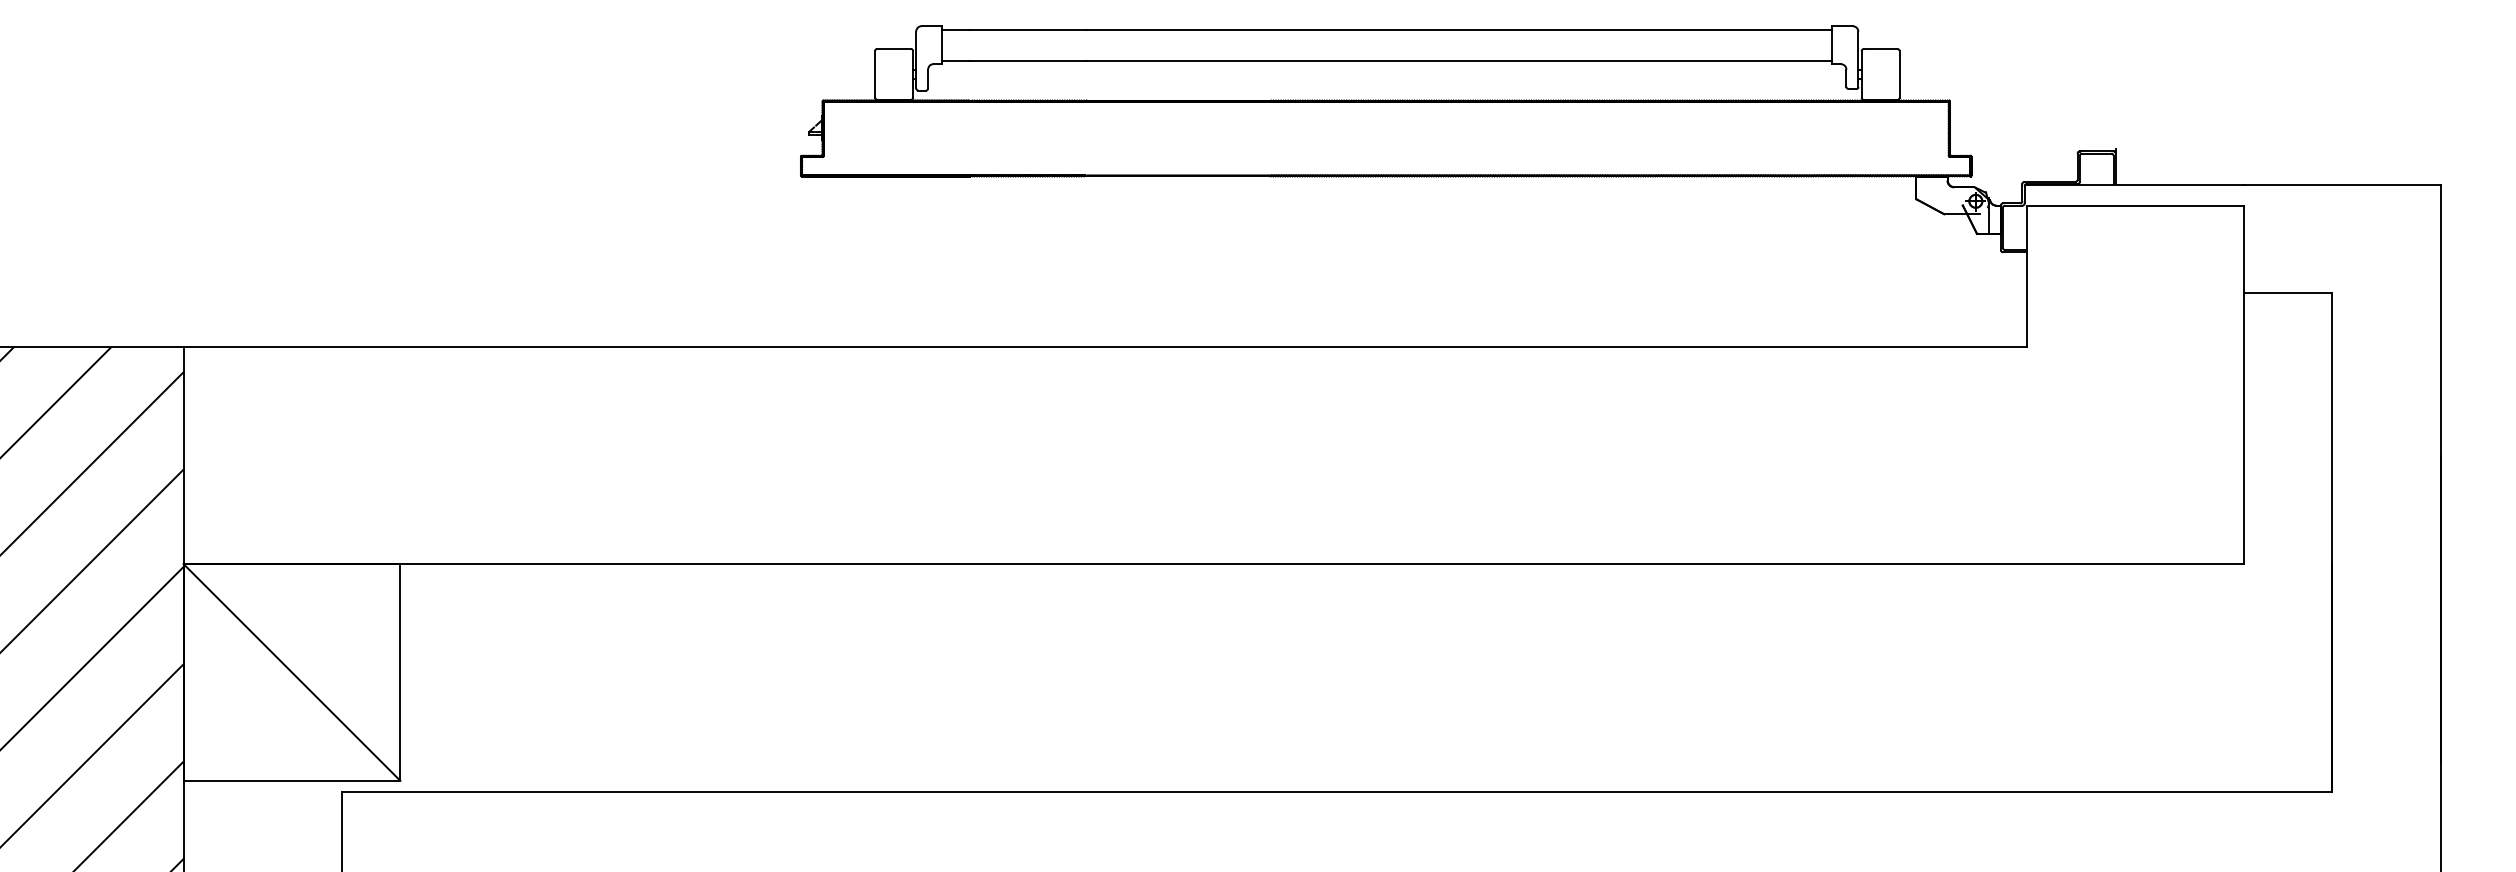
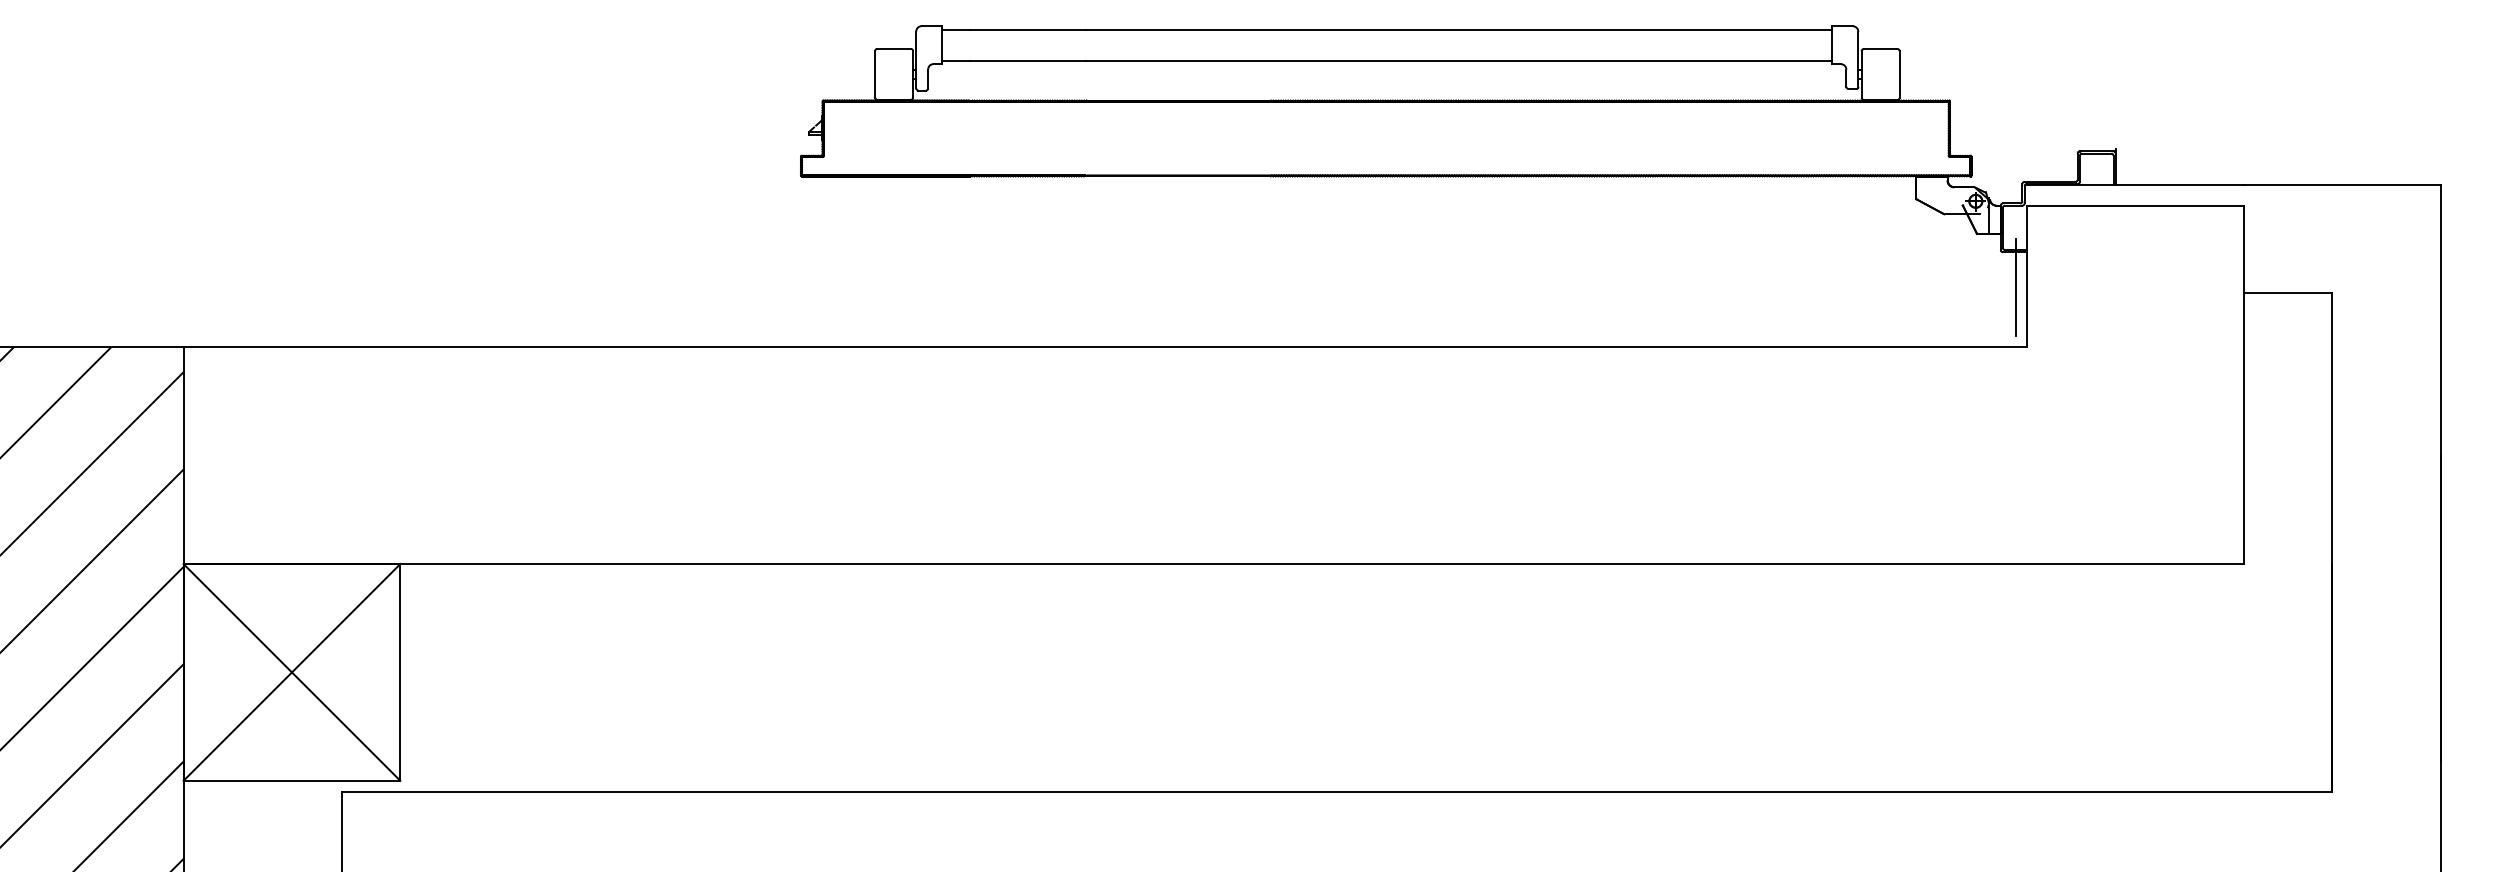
line at (2015, 287): none -> present
line at (291, 672): none -> present
